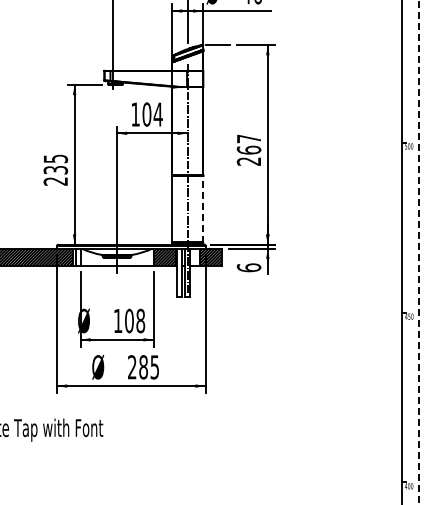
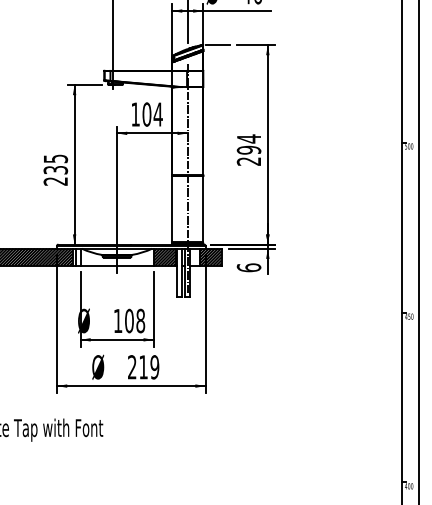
text at (248, 144): 267 -> 294
line at (203, 209): dashed -> solid
line at (419, 251): dashed -> solid
text at (149, 367): 285 -> 219
